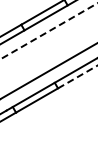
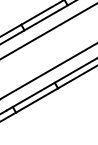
line at (49, 31): dashed -> solid
line at (77, 76): dashed -> solid
